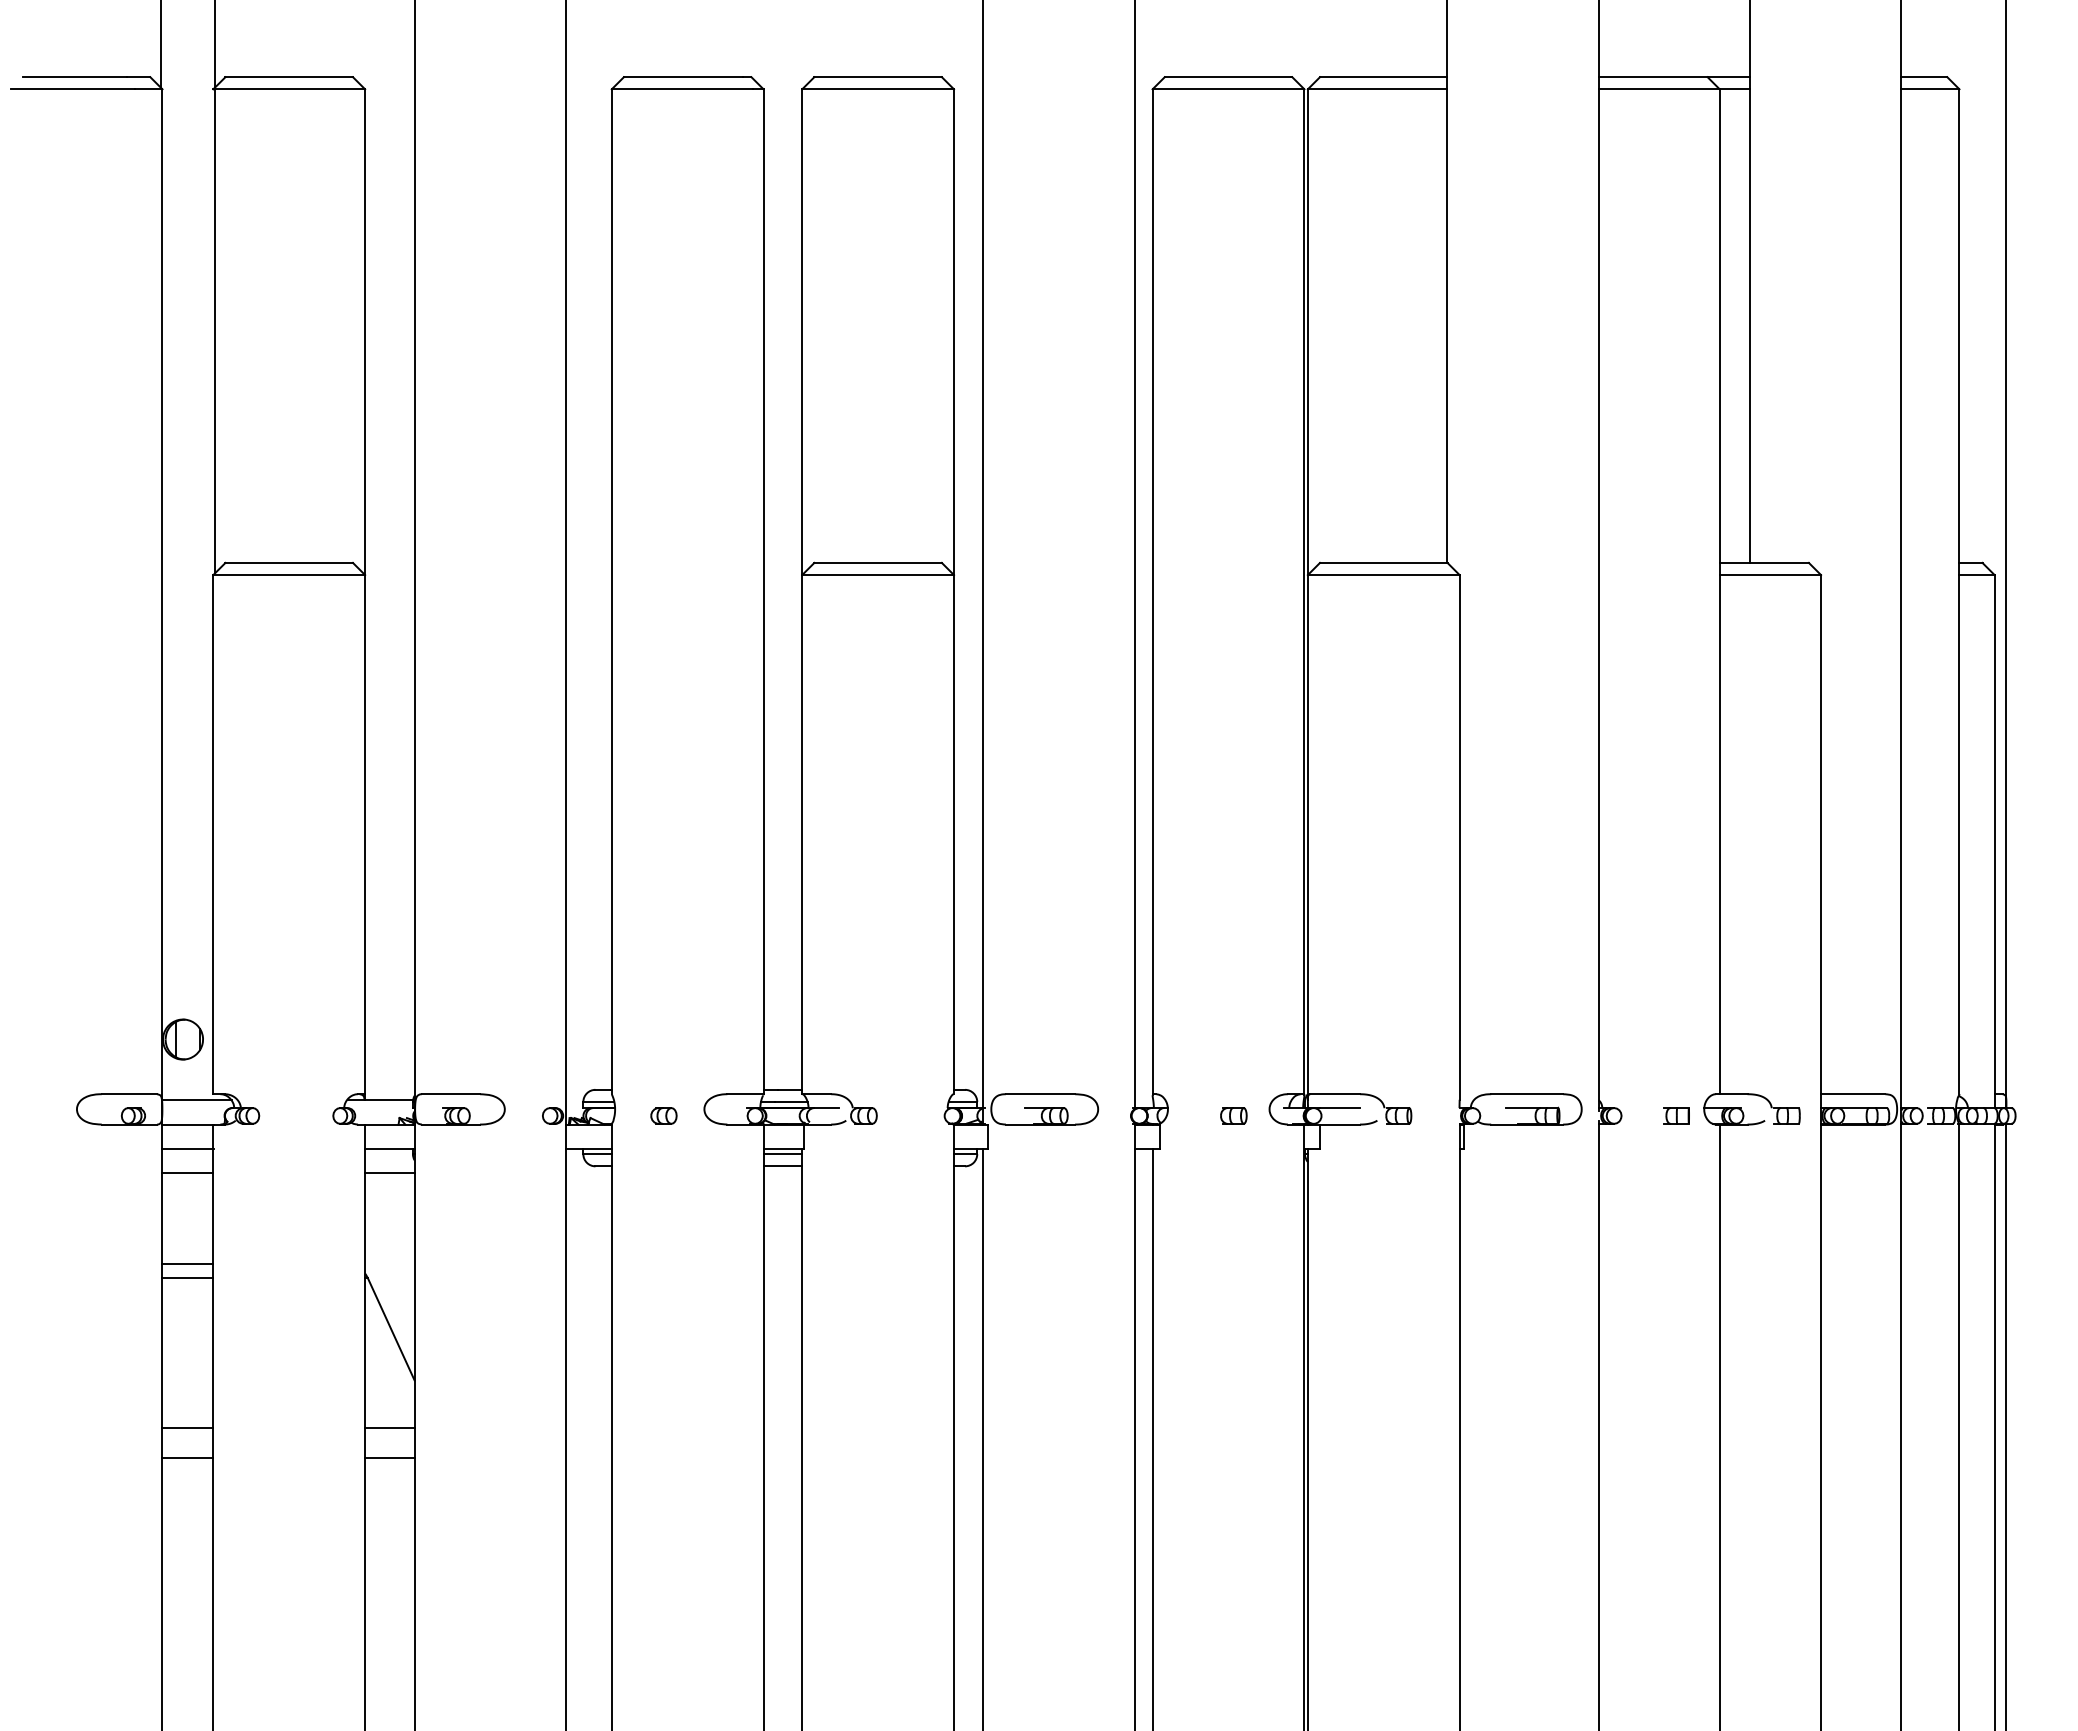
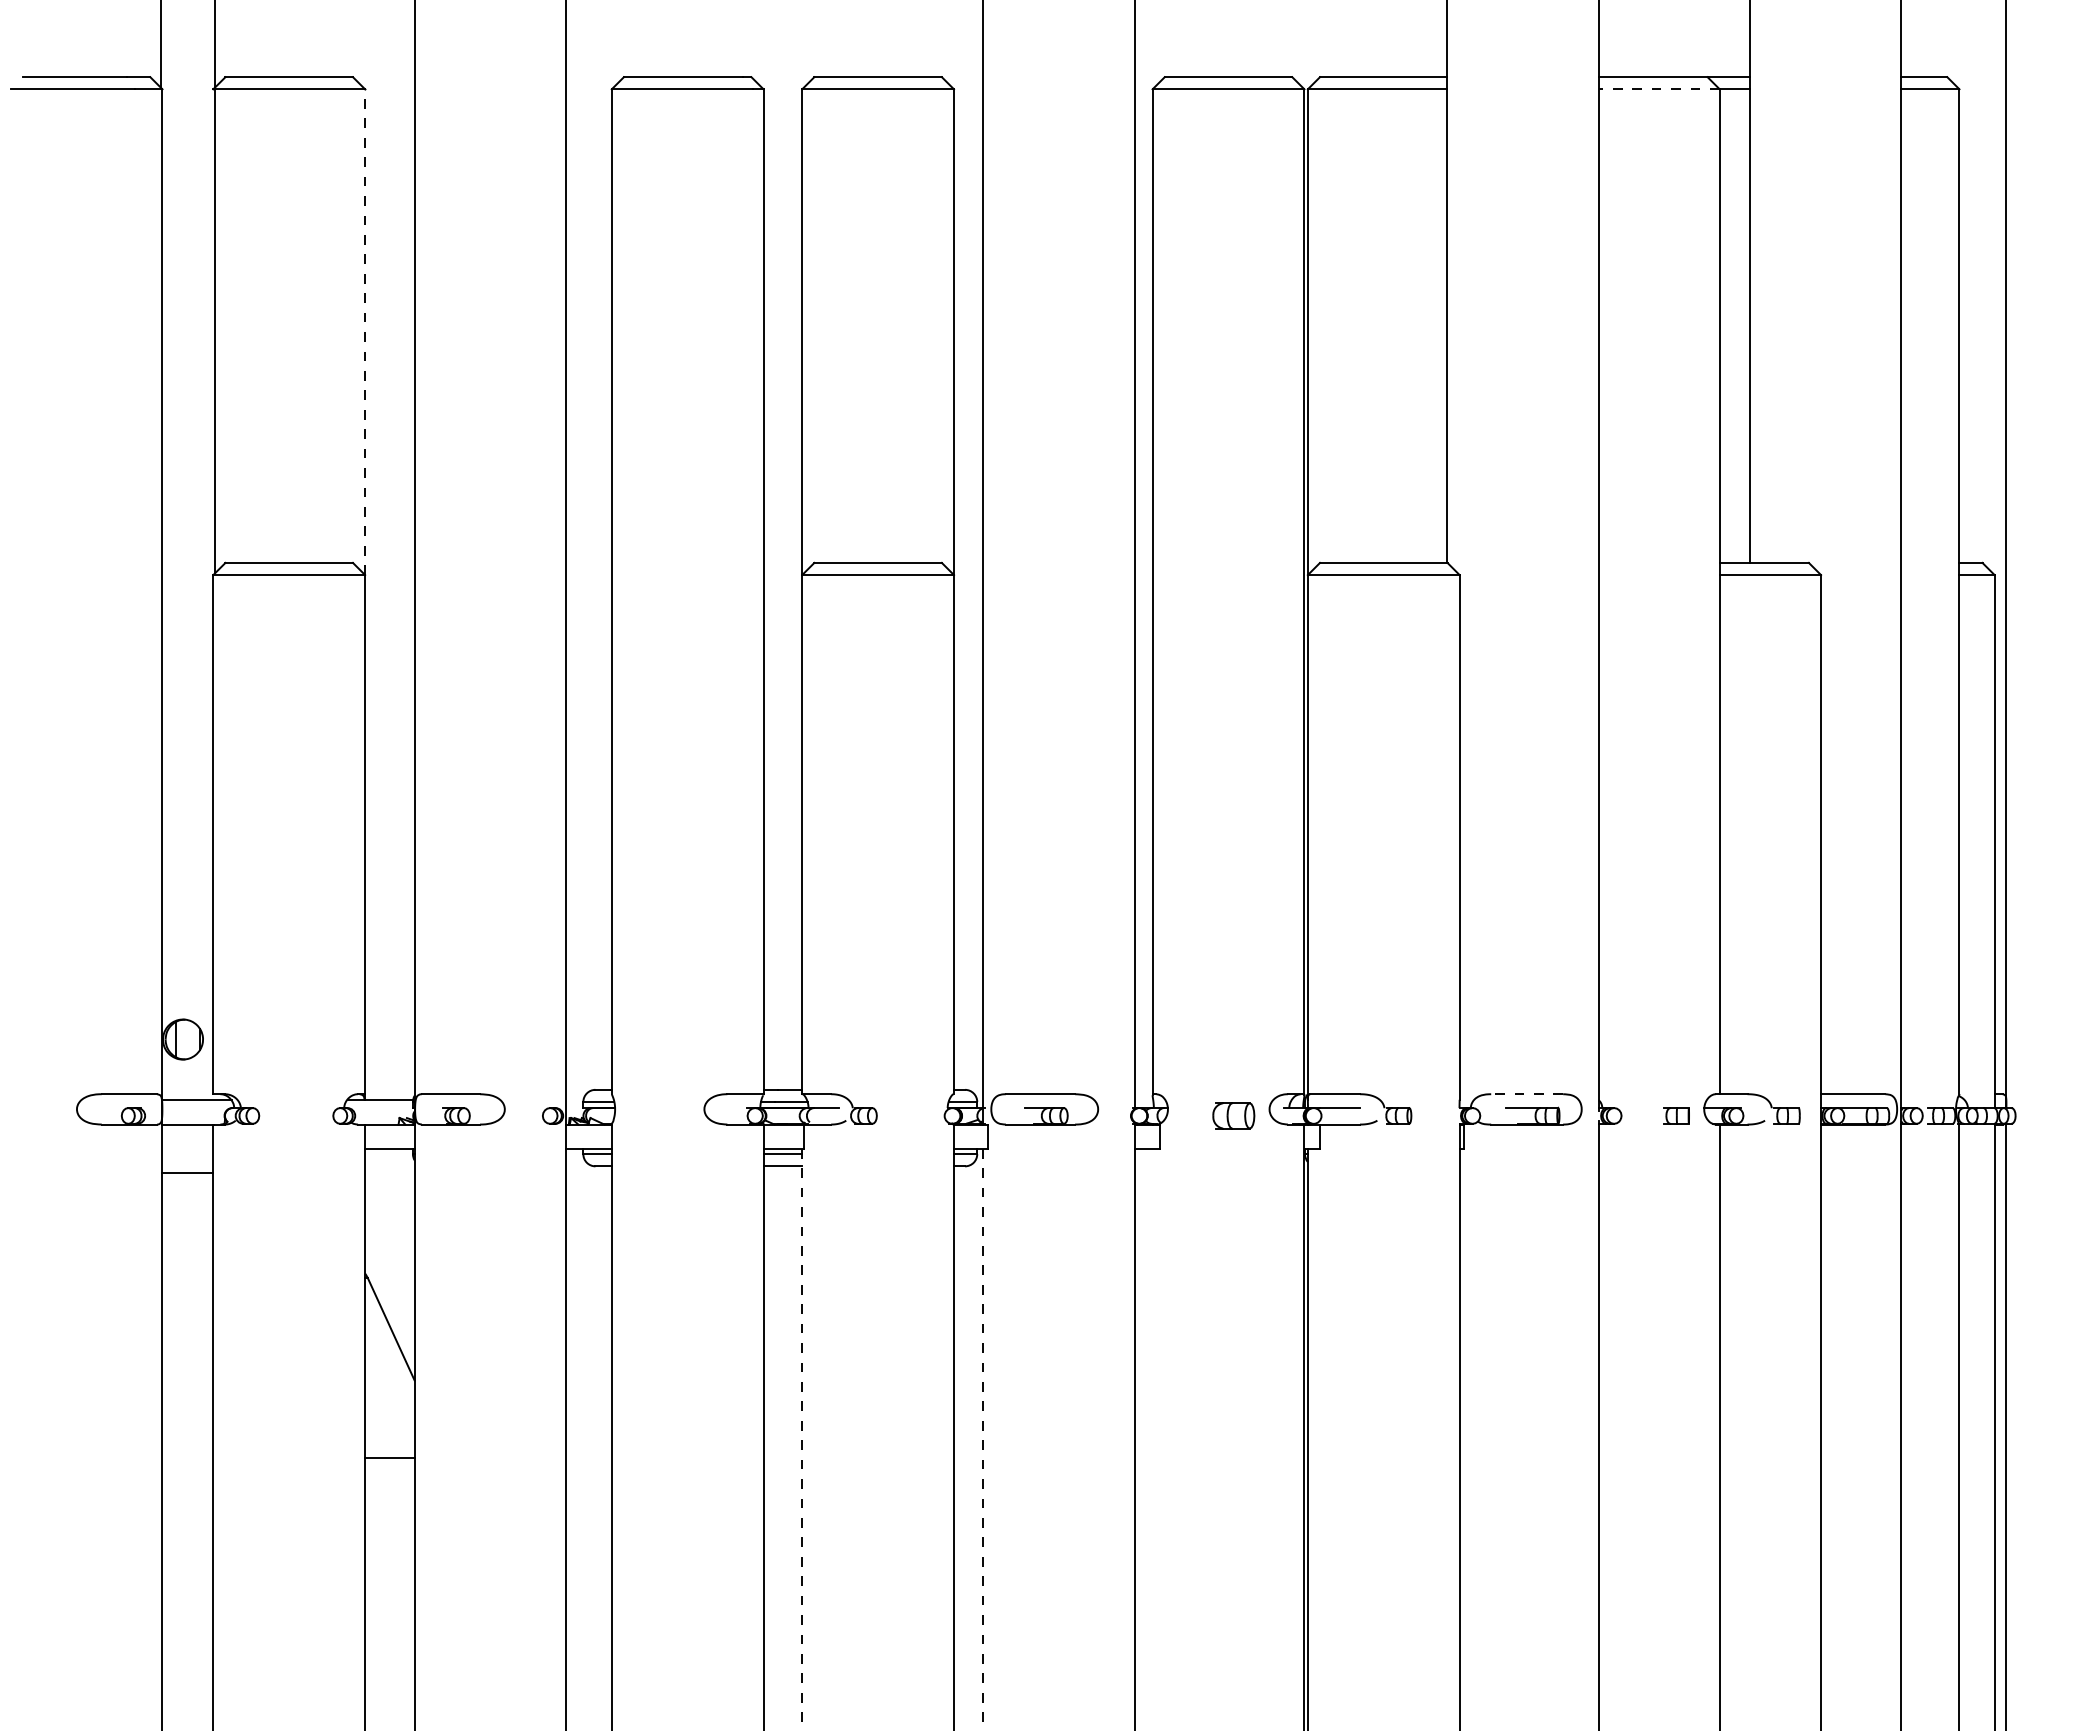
line at (1659, 89): solid -> dashed
line at (365, 332): solid -> dashed
line at (1527, 1094): solid -> dashed
part at (663, 1115): present -> none
part at (1233, 1115) size: 28x18 px -> 44x28 px
line at (187, 1148): present -> none
line at (389, 1173): present -> none
line at (187, 1263): present -> none
line at (187, 1278): present -> none
line at (187, 1427): present -> none
line at (389, 1427): present -> none
line at (1152, 1437): present -> none
line at (802, 1439): solid -> dashed
line at (983, 1440): solid -> dashed
line at (187, 1458): present -> none
